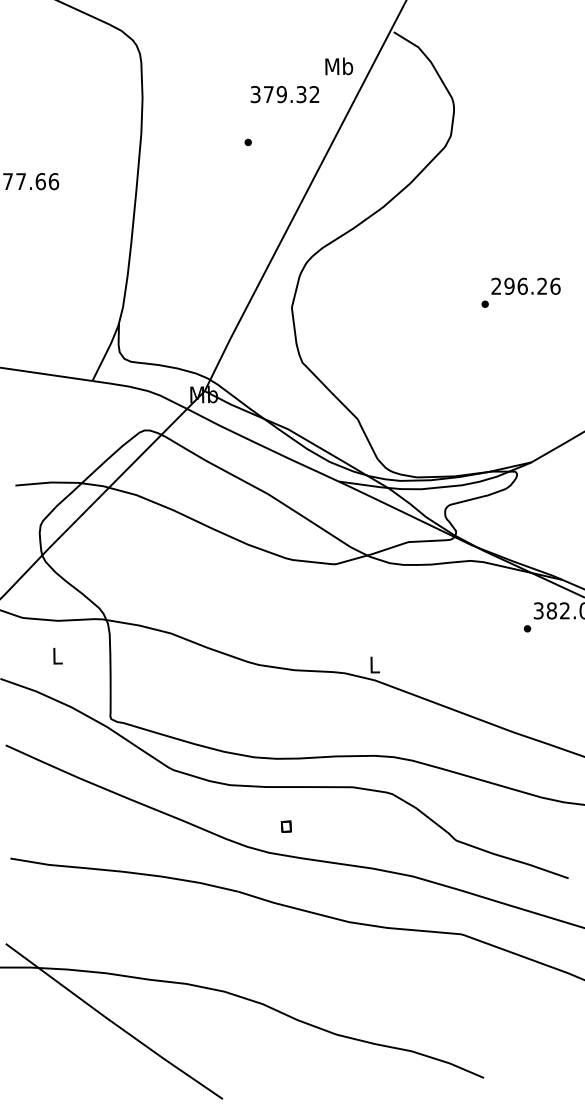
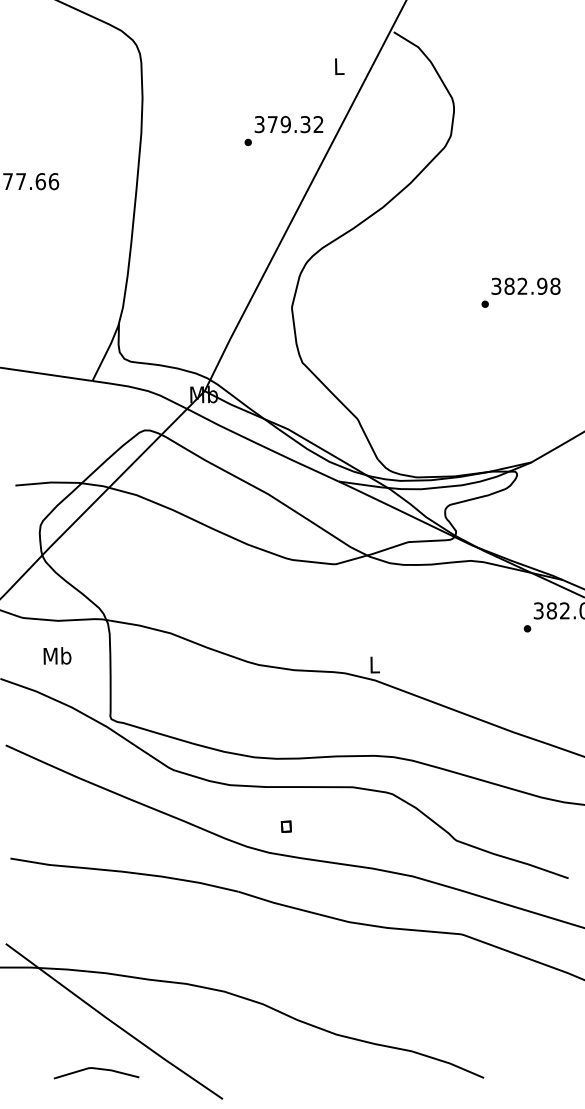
text at (339, 66): Mb -> L
text at (284, 94) position: (284, 94) -> (288, 124)
text at (525, 285): 296.26 -> 382.98
text at (57, 655): L -> Mb
line at (96, 1069): none -> present
